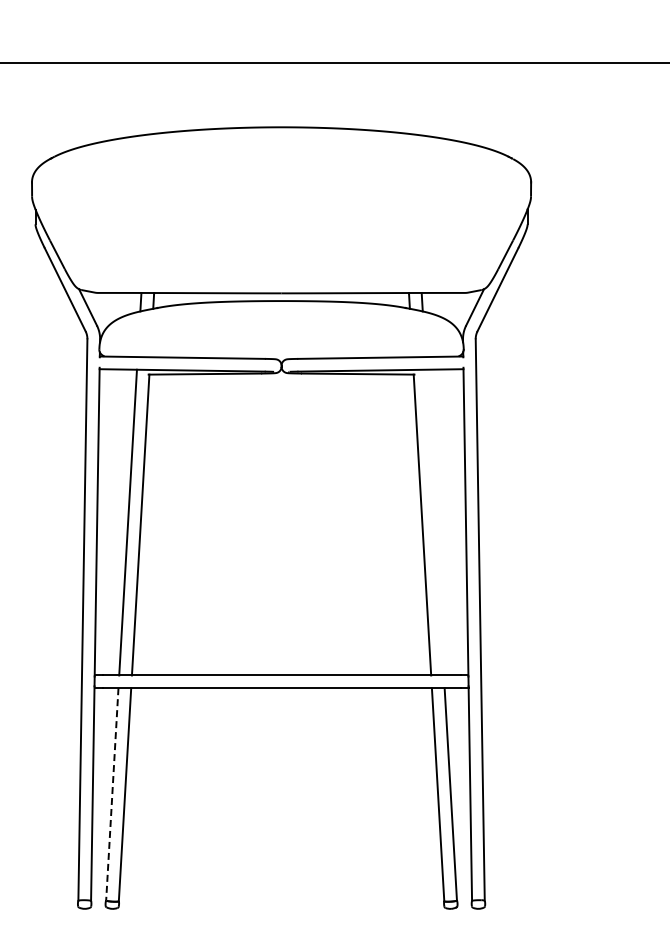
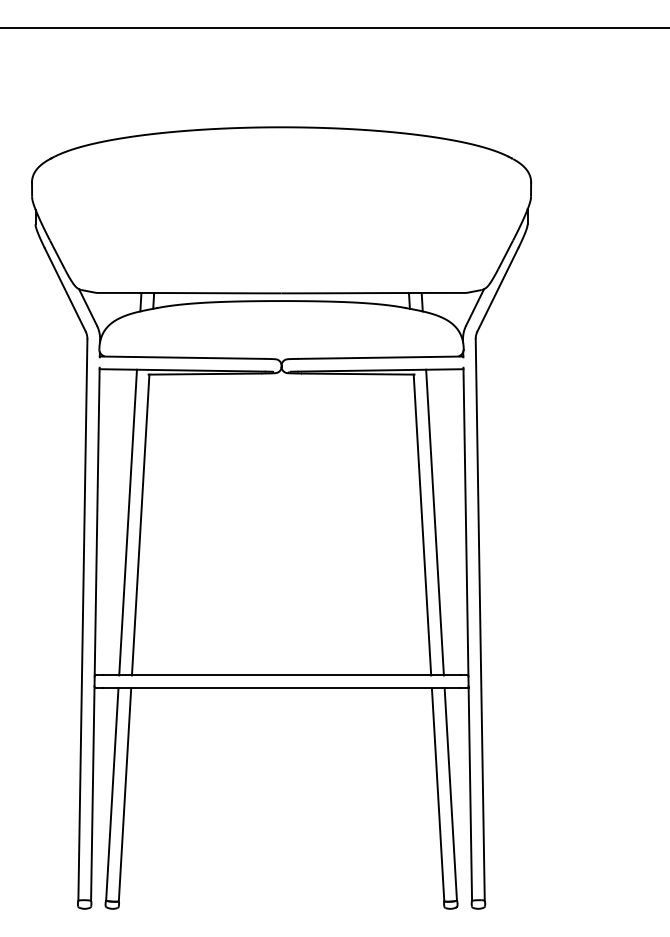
line at (334, 63) position: (334, 63) -> (334, 28)
line at (434, 522): none -> present
line at (112, 794): dashed -> solid
